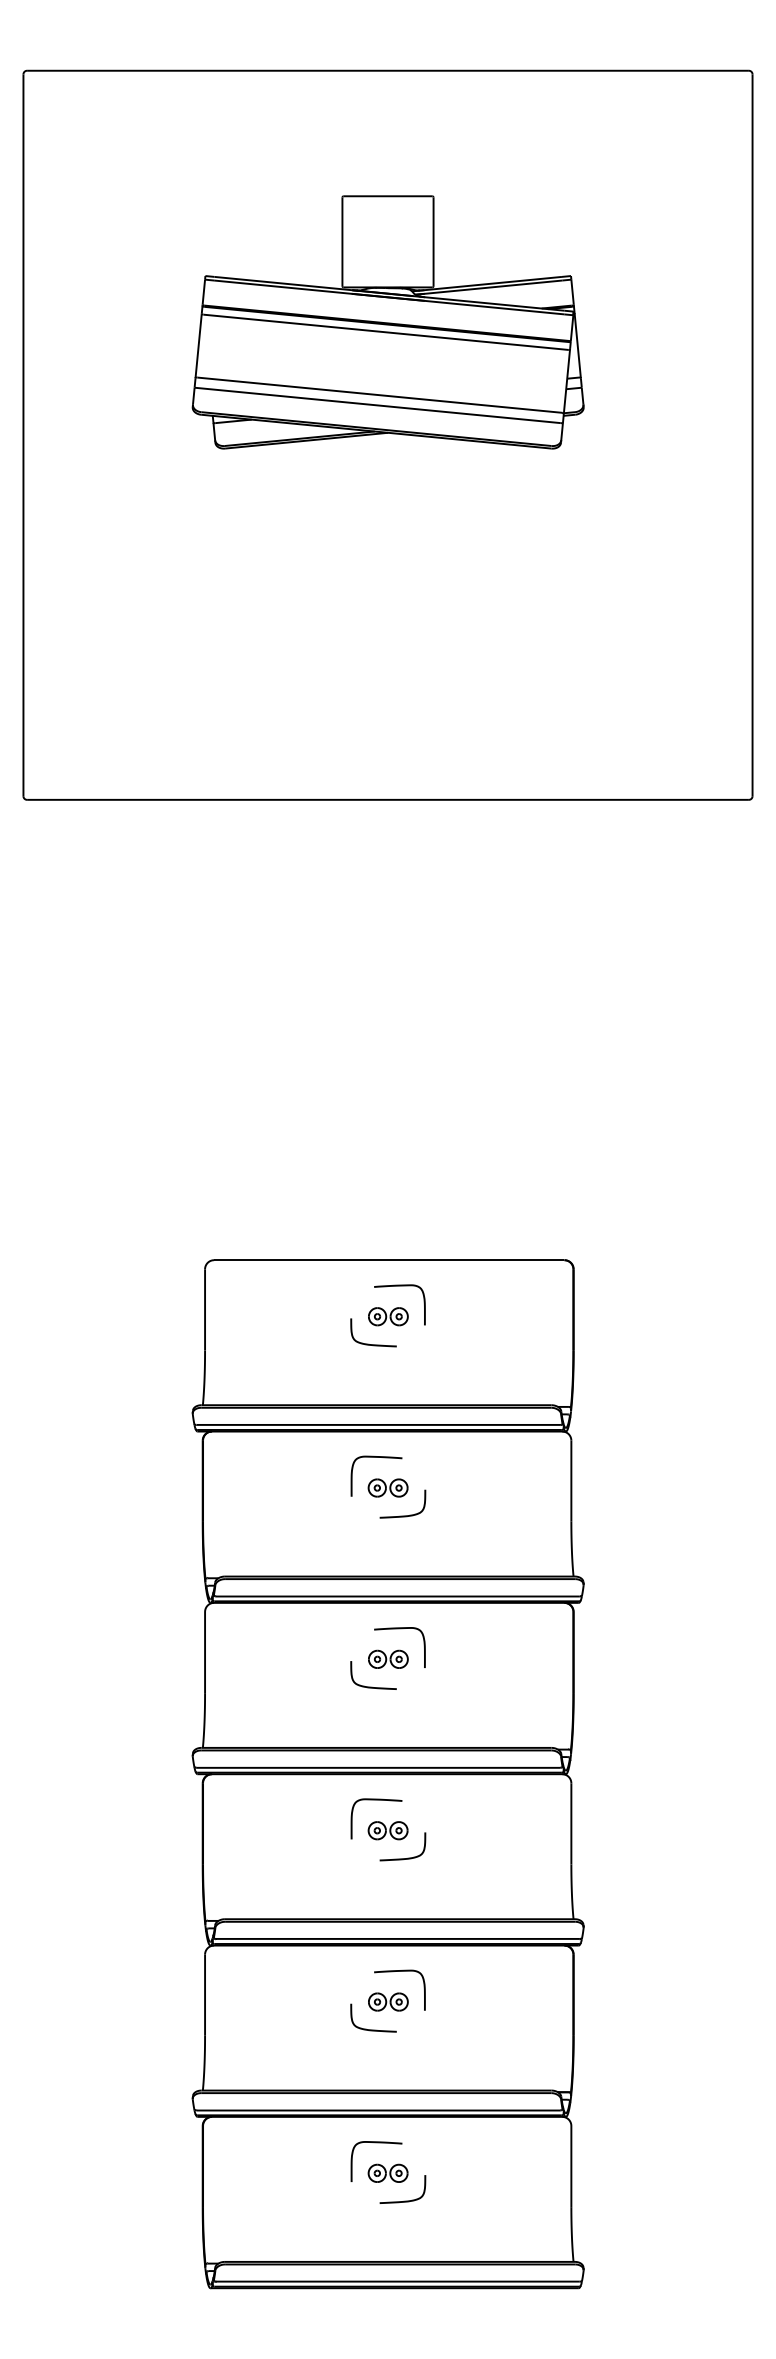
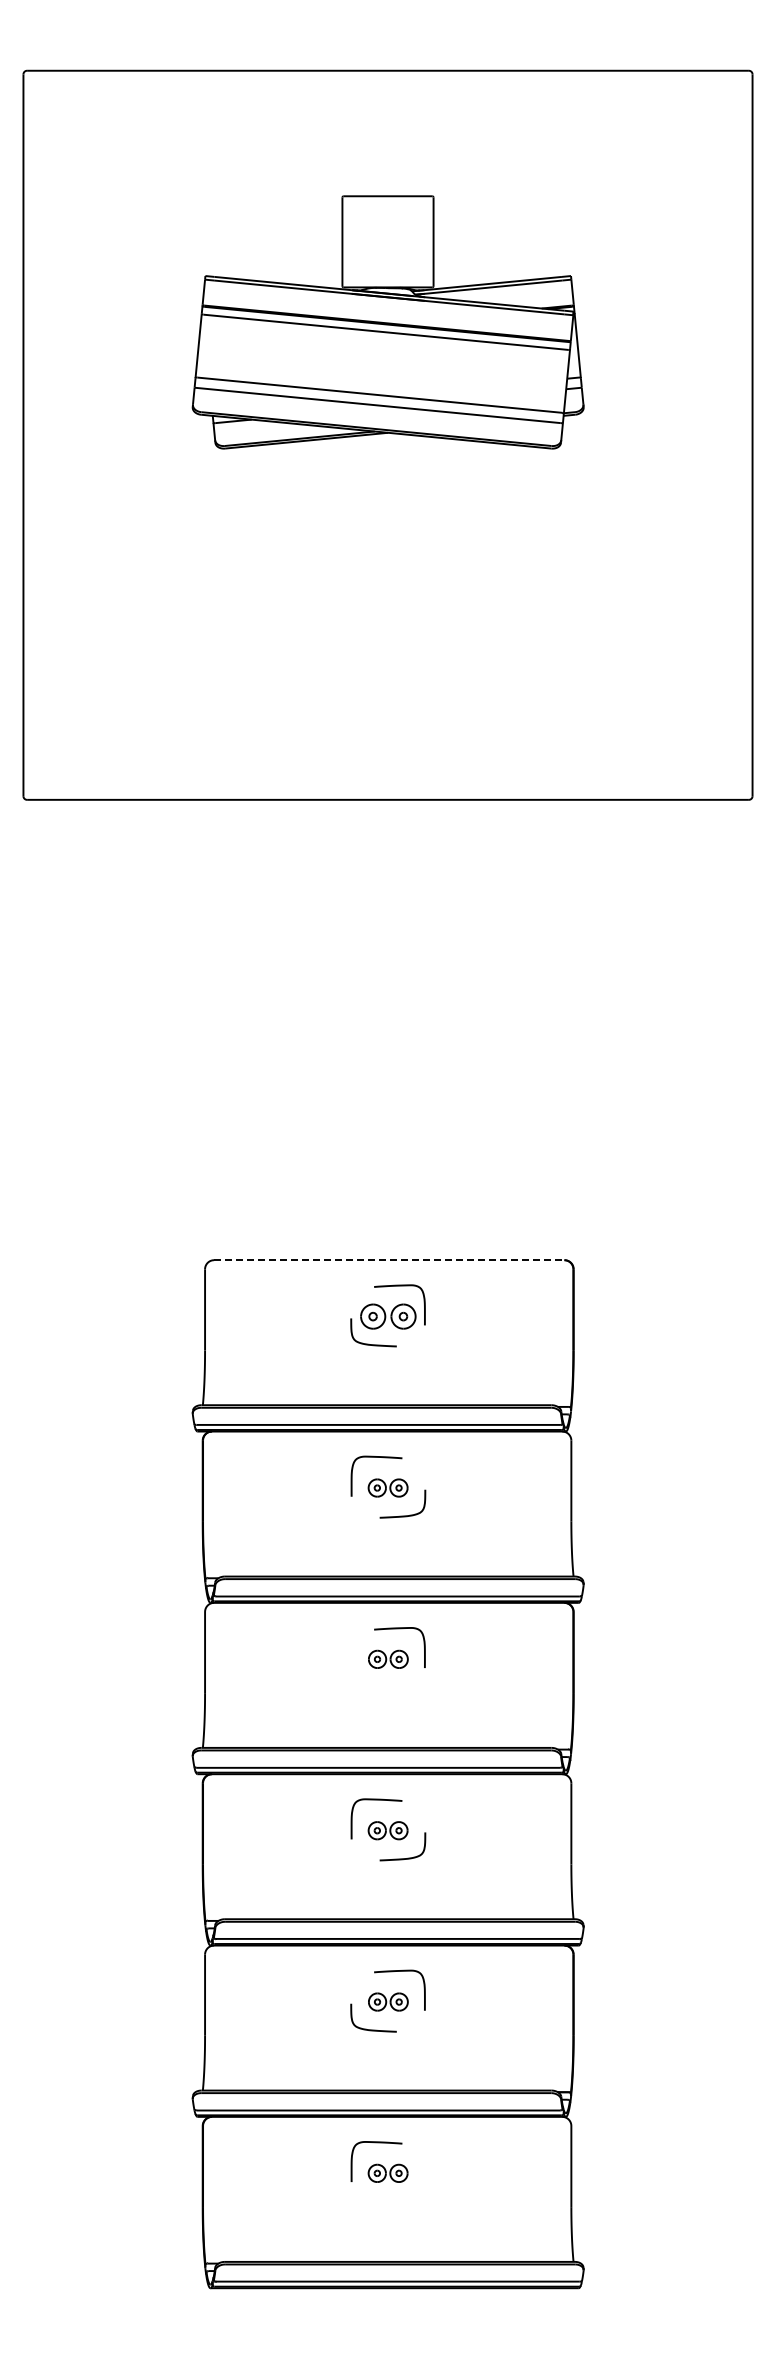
line at (389, 1260): solid -> dashed
part at (388, 1316) size: 41x20 px -> 57x27 px
curve at (372, 1686): present -> none
curve at (404, 2200): present -> none
